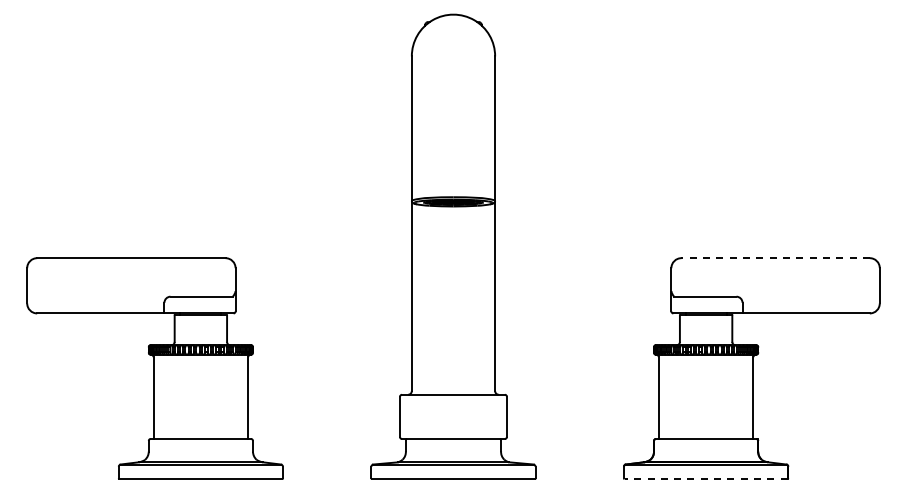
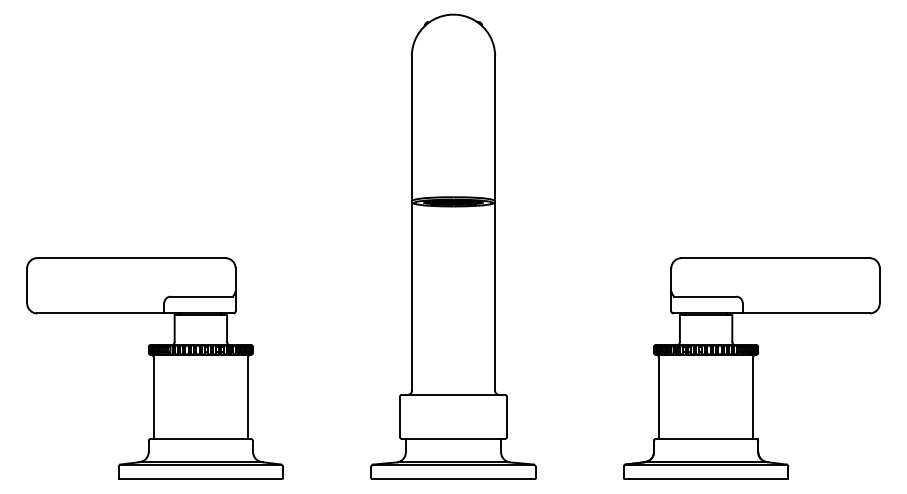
line at (775, 258): dashed -> solid
line at (706, 478): dashed -> solid
